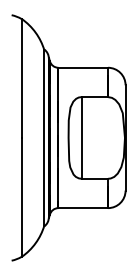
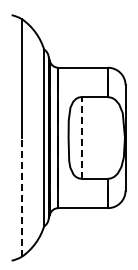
line at (81, 137): solid -> dashed
line at (21, 196): solid -> dashed
